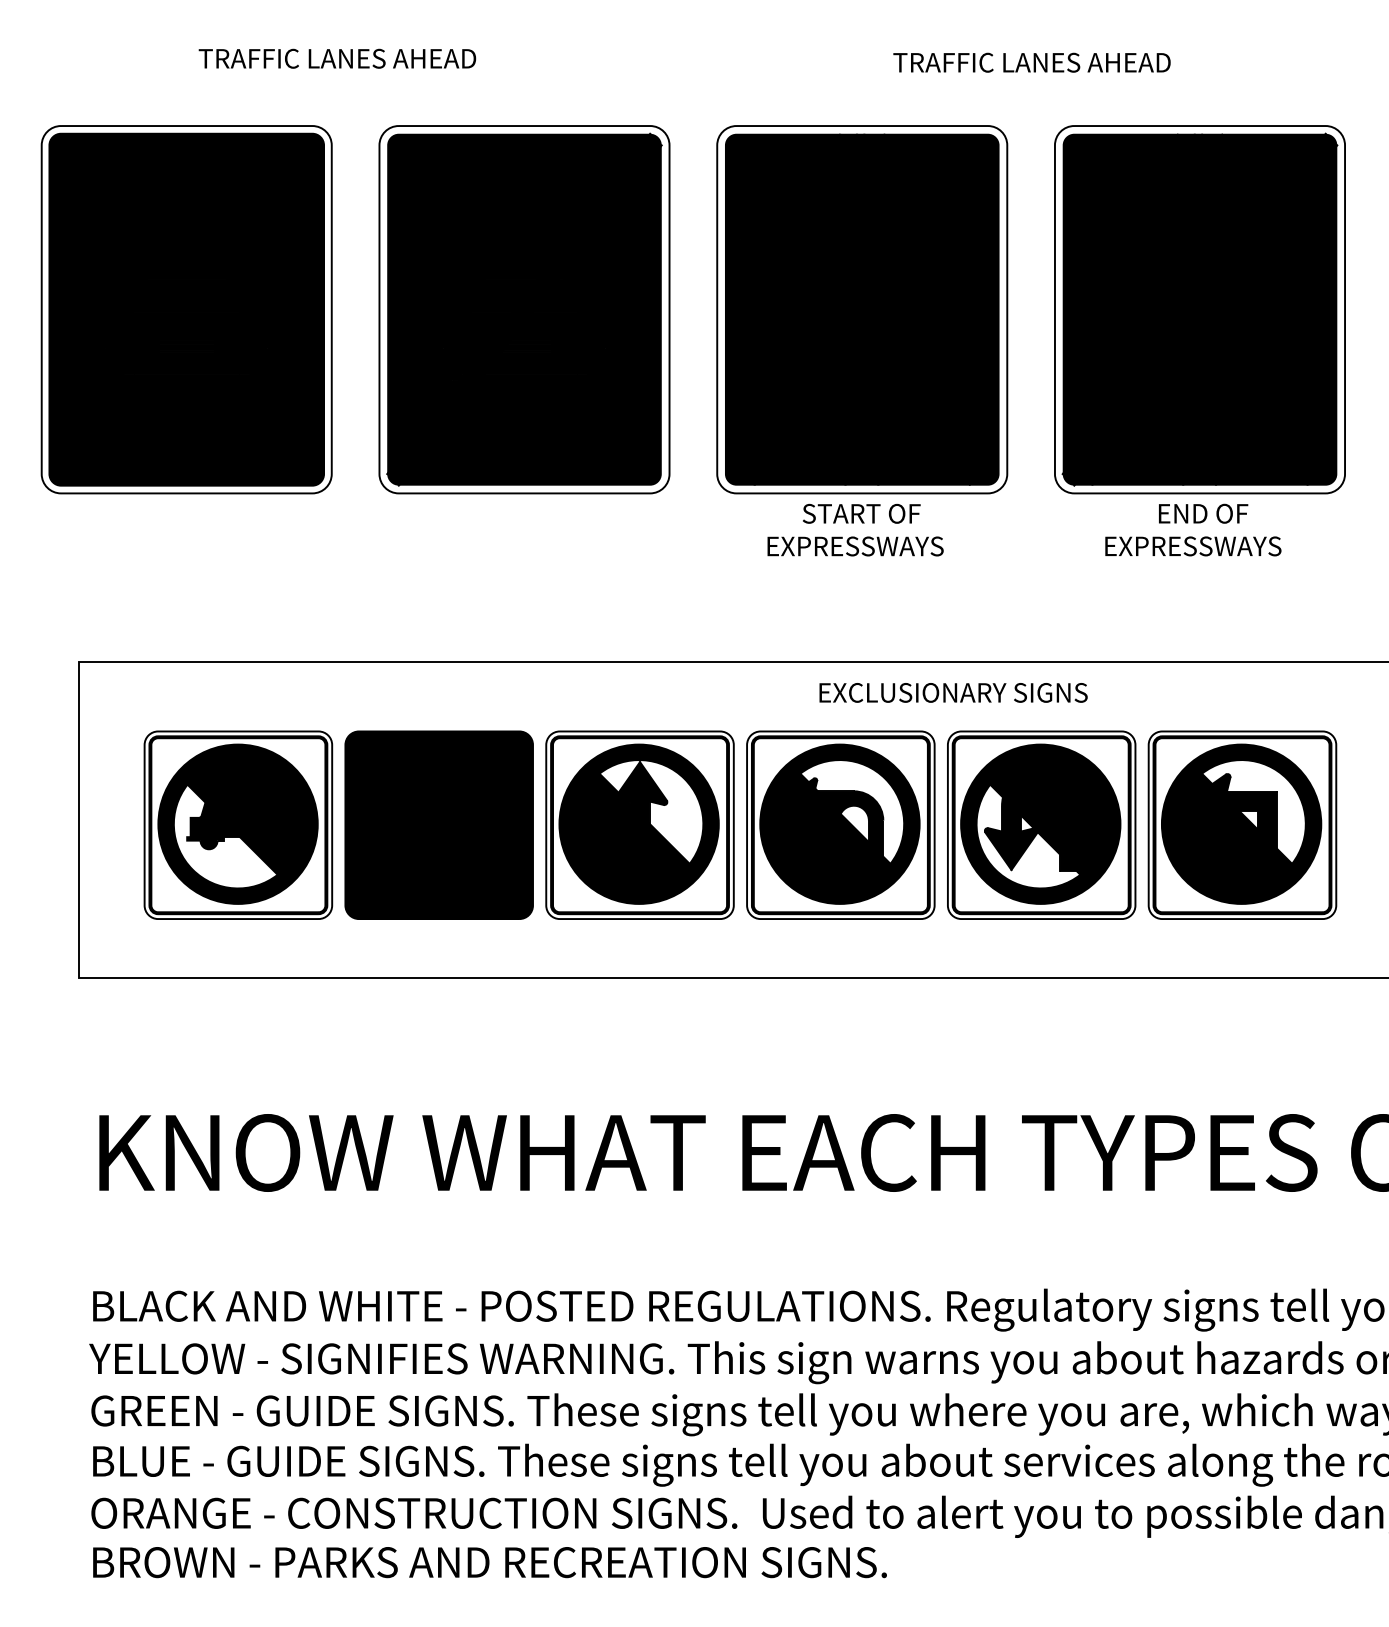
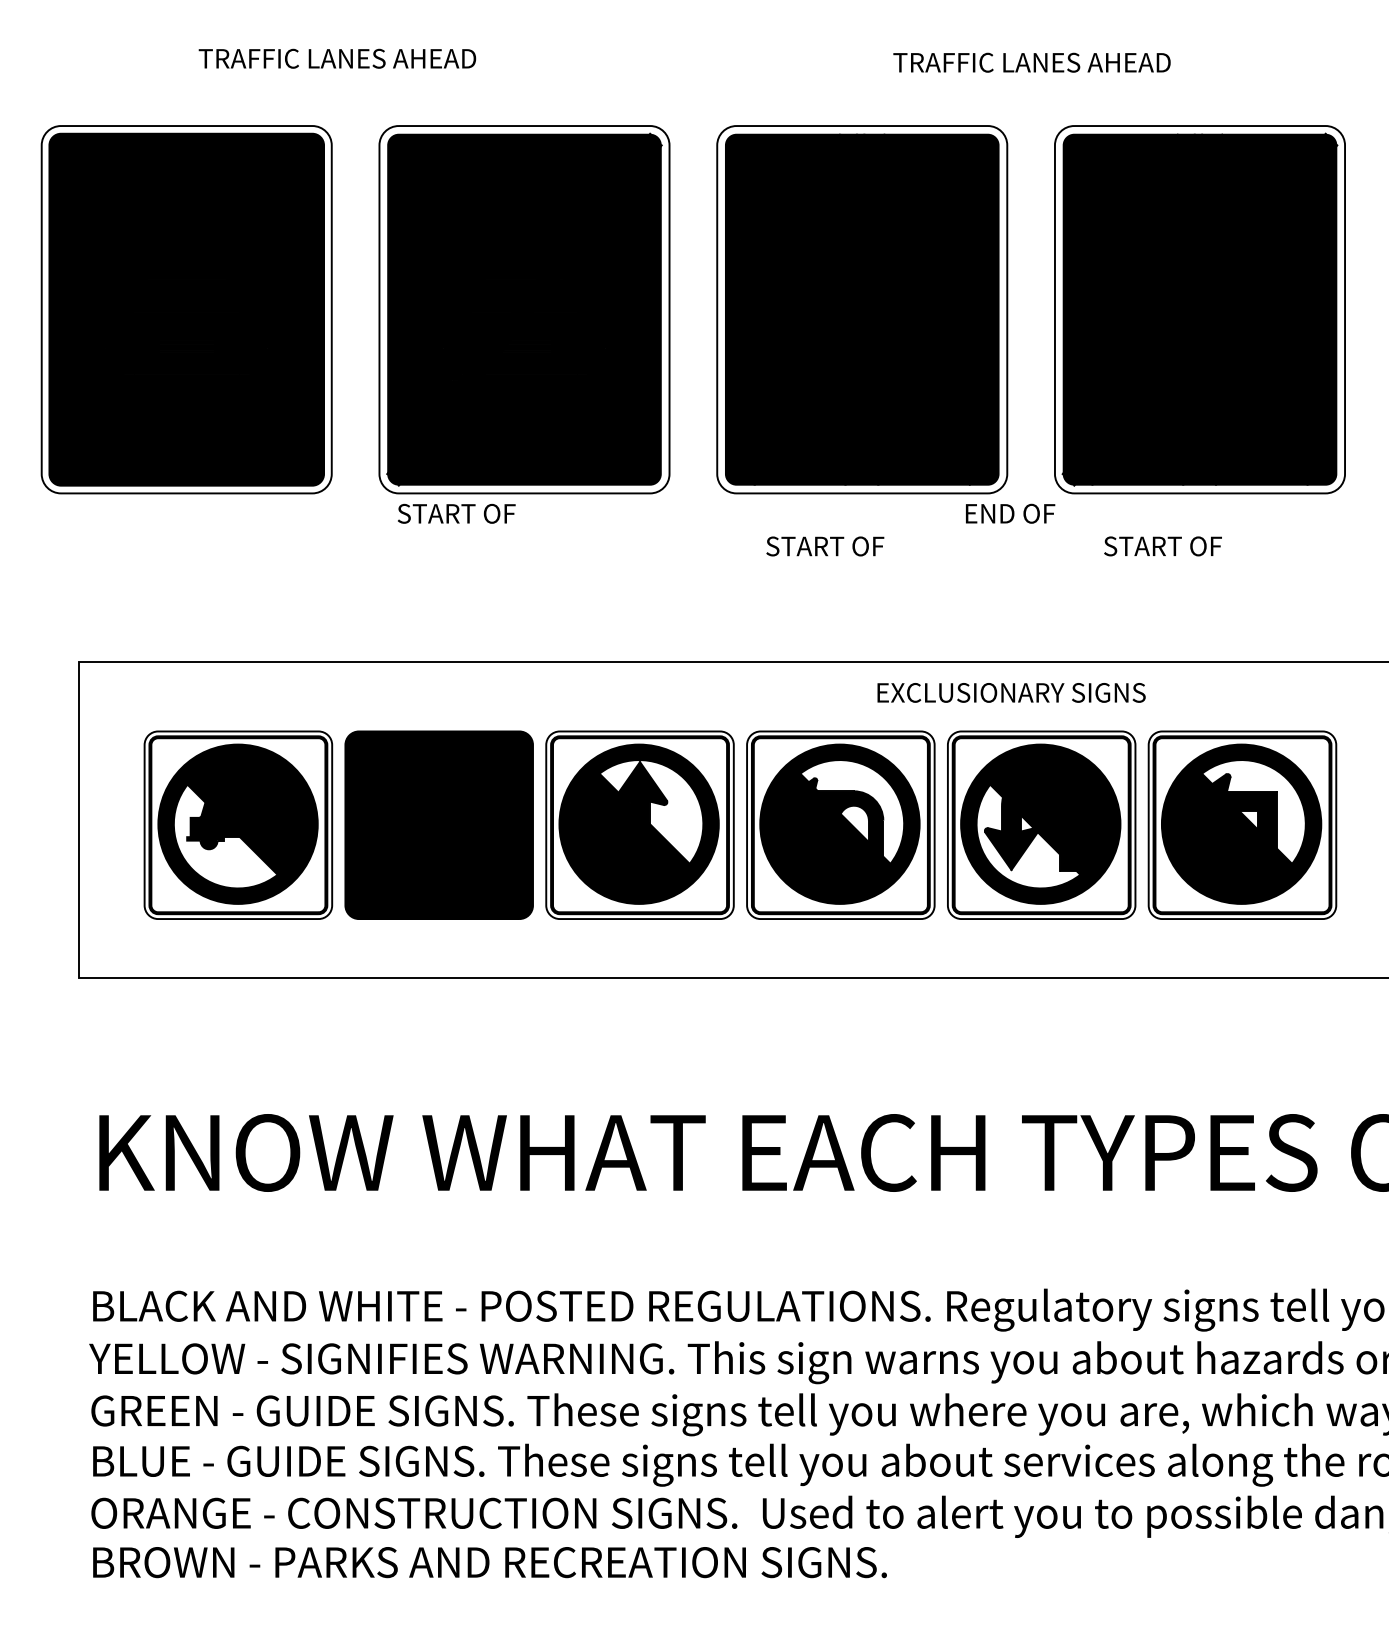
text at (861, 513) position: (861, 513) -> (456, 513)
text at (1203, 513) position: (1203, 513) -> (1010, 513)
text at (854, 546): EXPRESSWAYS -> START OF
text at (1192, 546): EXPRESSWAYS -> START OF
text at (953, 692) position: (953, 692) -> (1011, 692)
